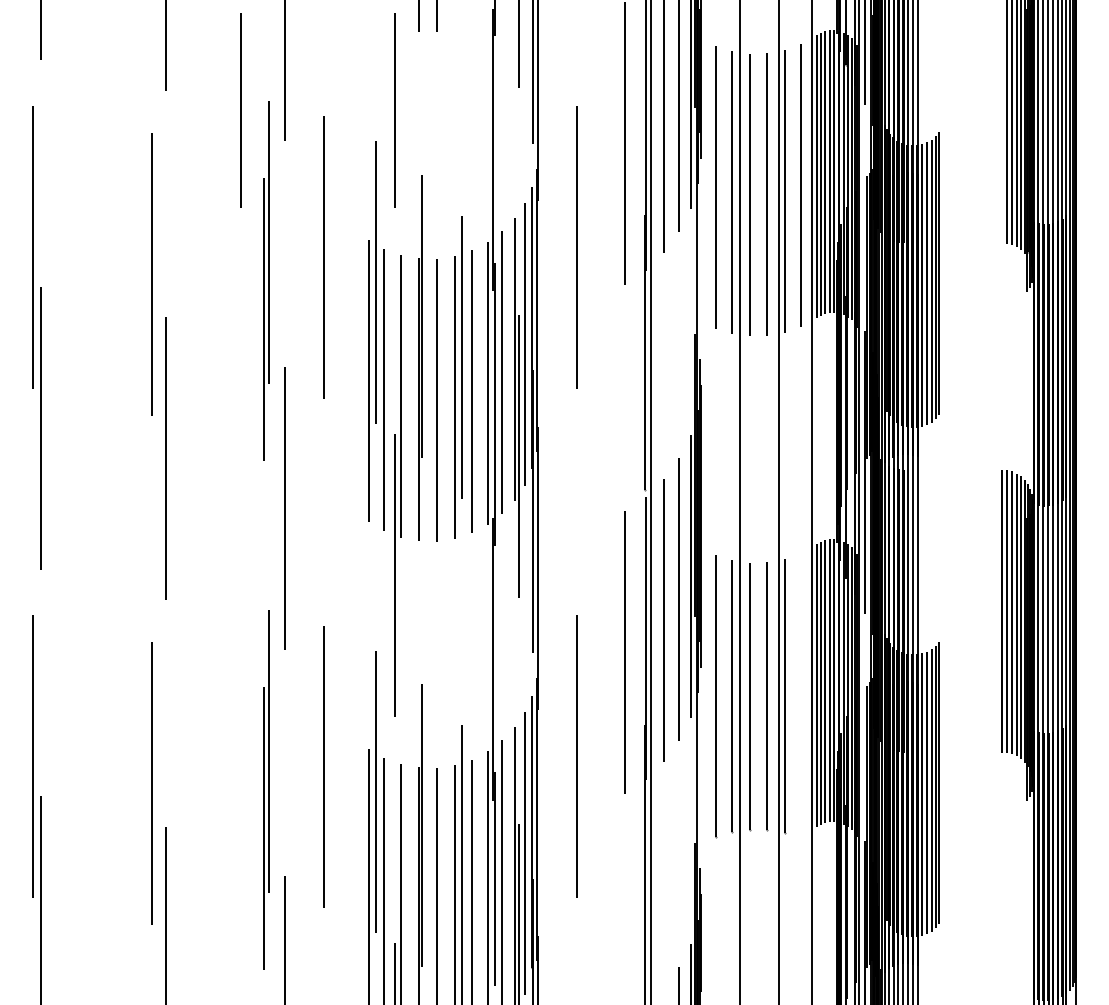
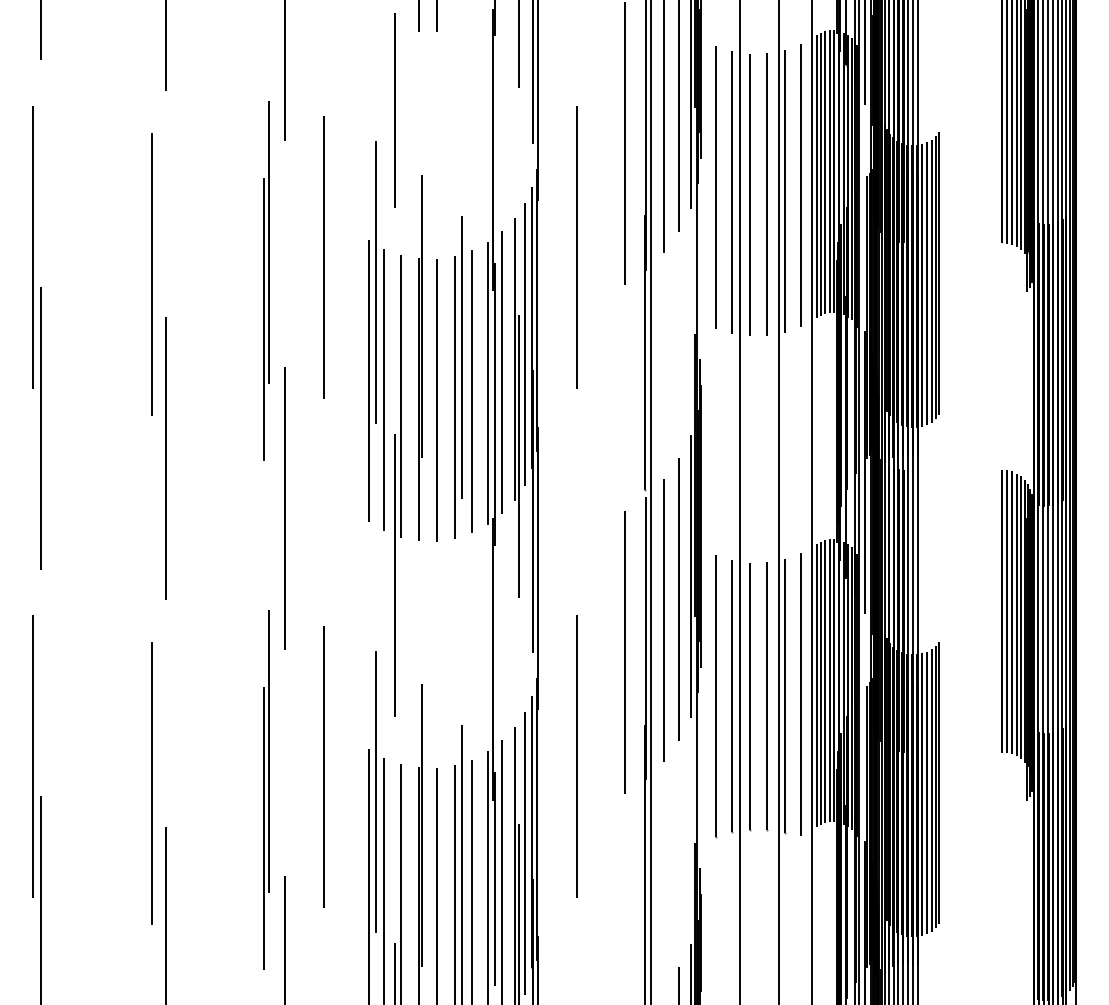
line at (240, 110): present -> none
line at (1002, 122): none -> present
line at (801, 693): none -> present
